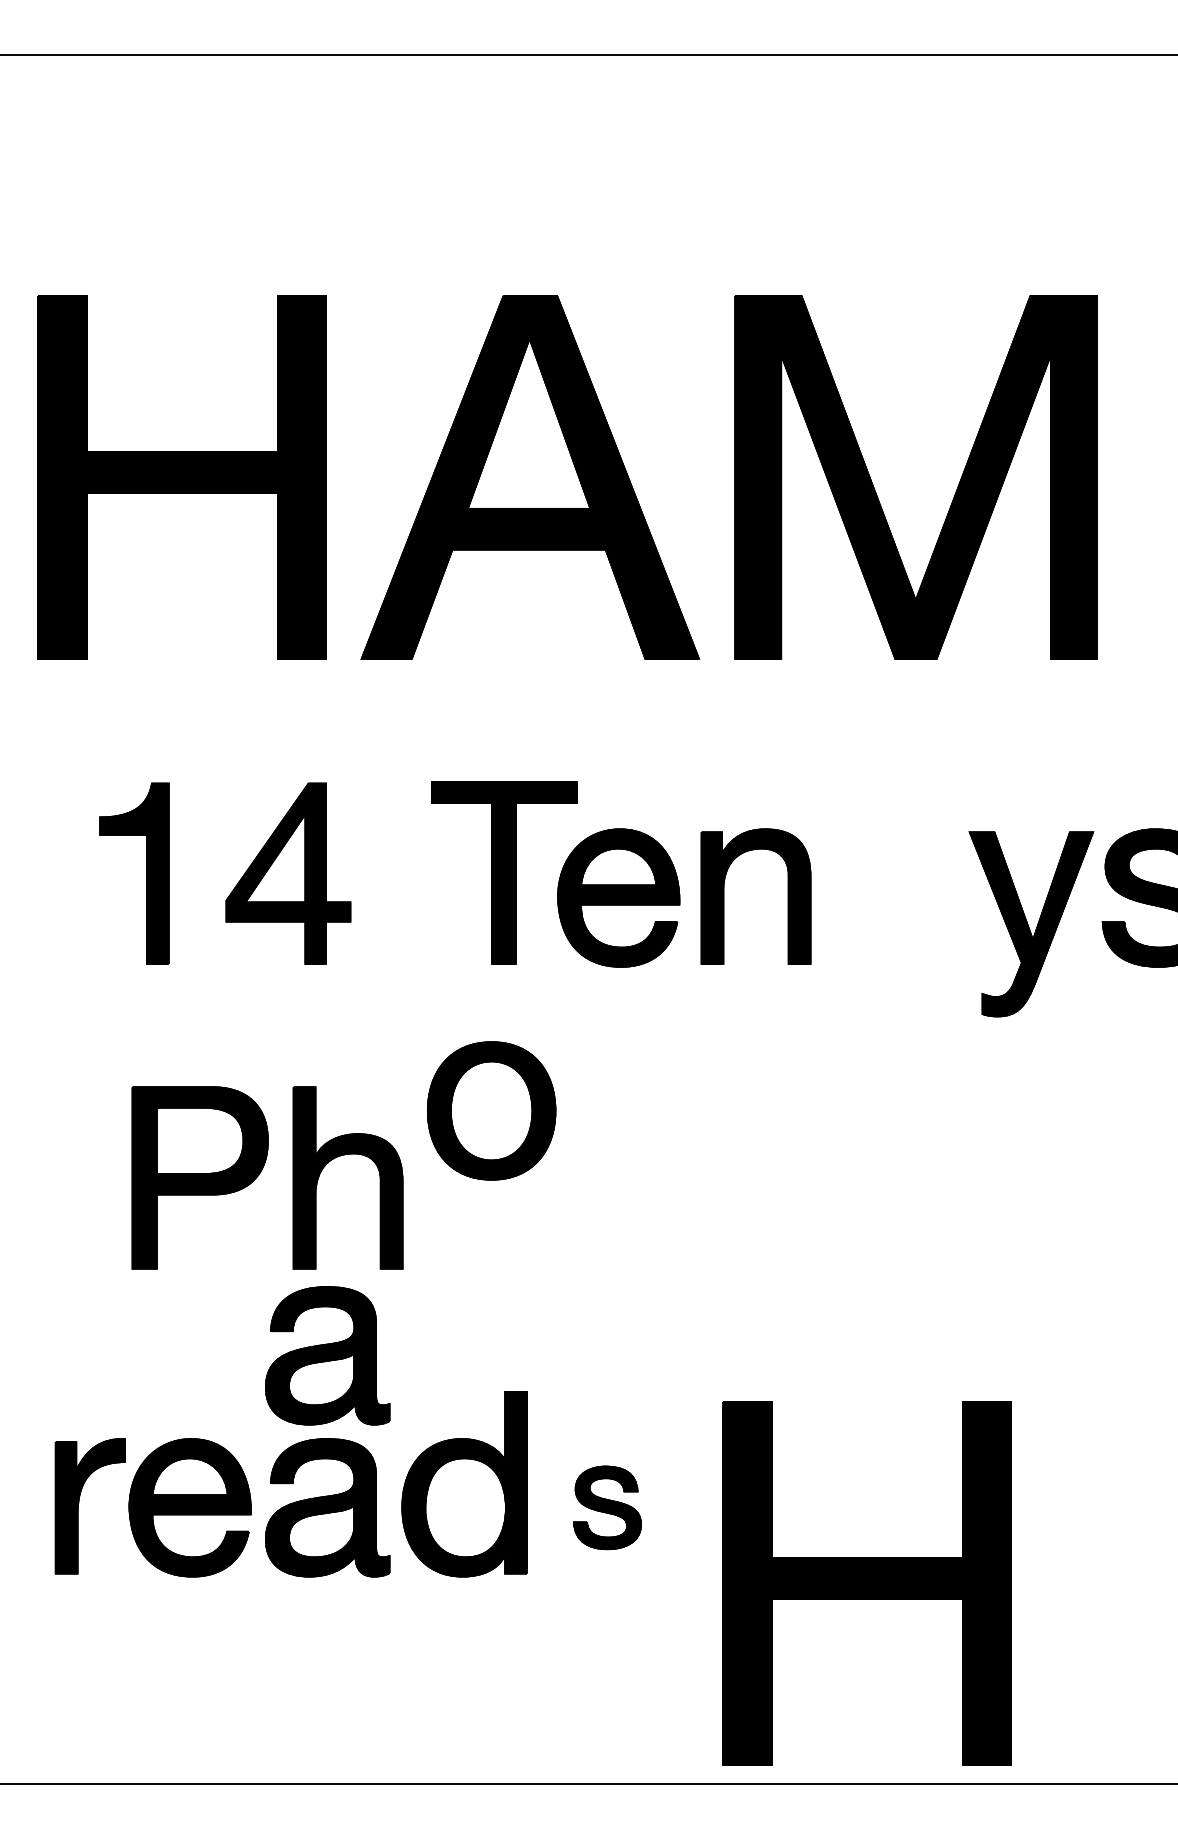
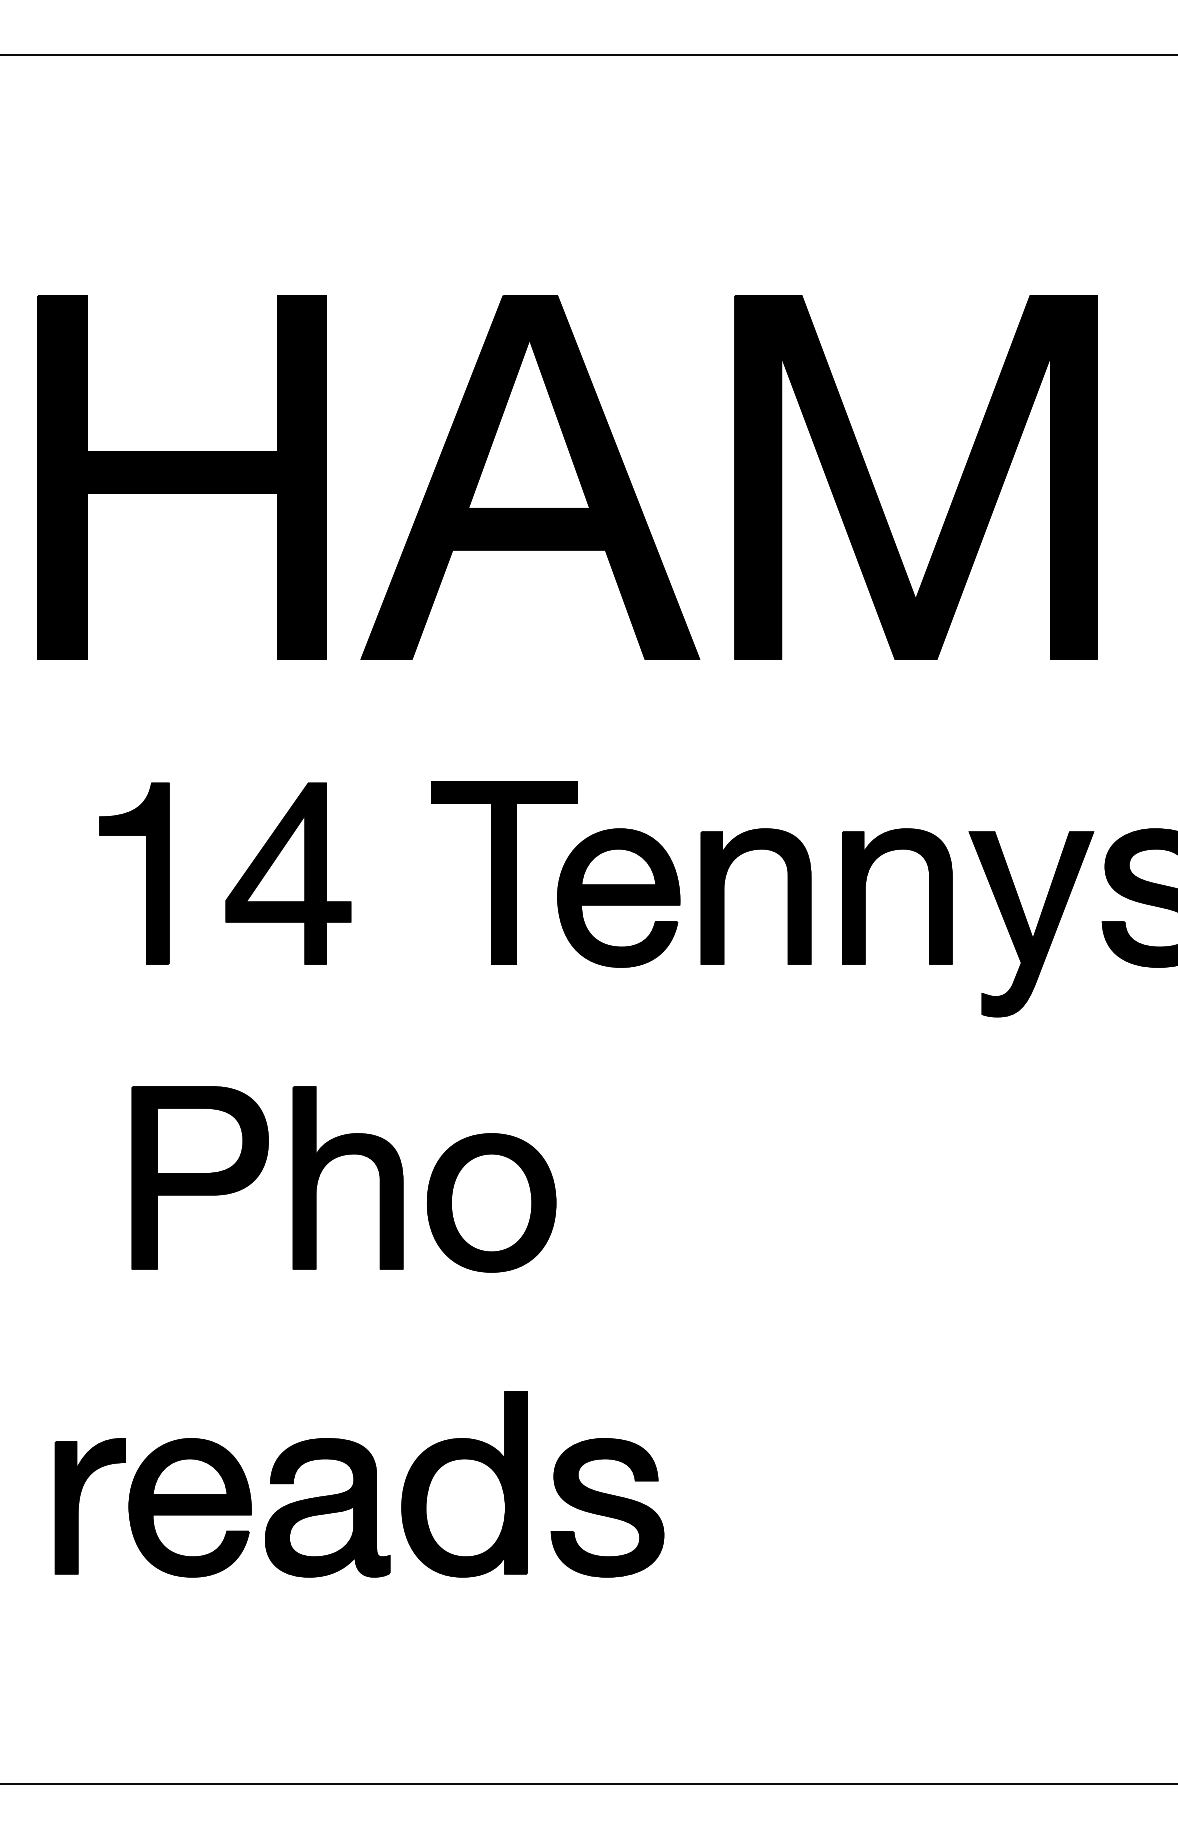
part at (865, 896): none -> present
part at (491, 1110) position: (491, 1110) -> (491, 1202)
part at (327, 1355): present -> none
part at (607, 1507) size: 69x86 px -> 115x140 px
part at (866, 1583): present -> none
